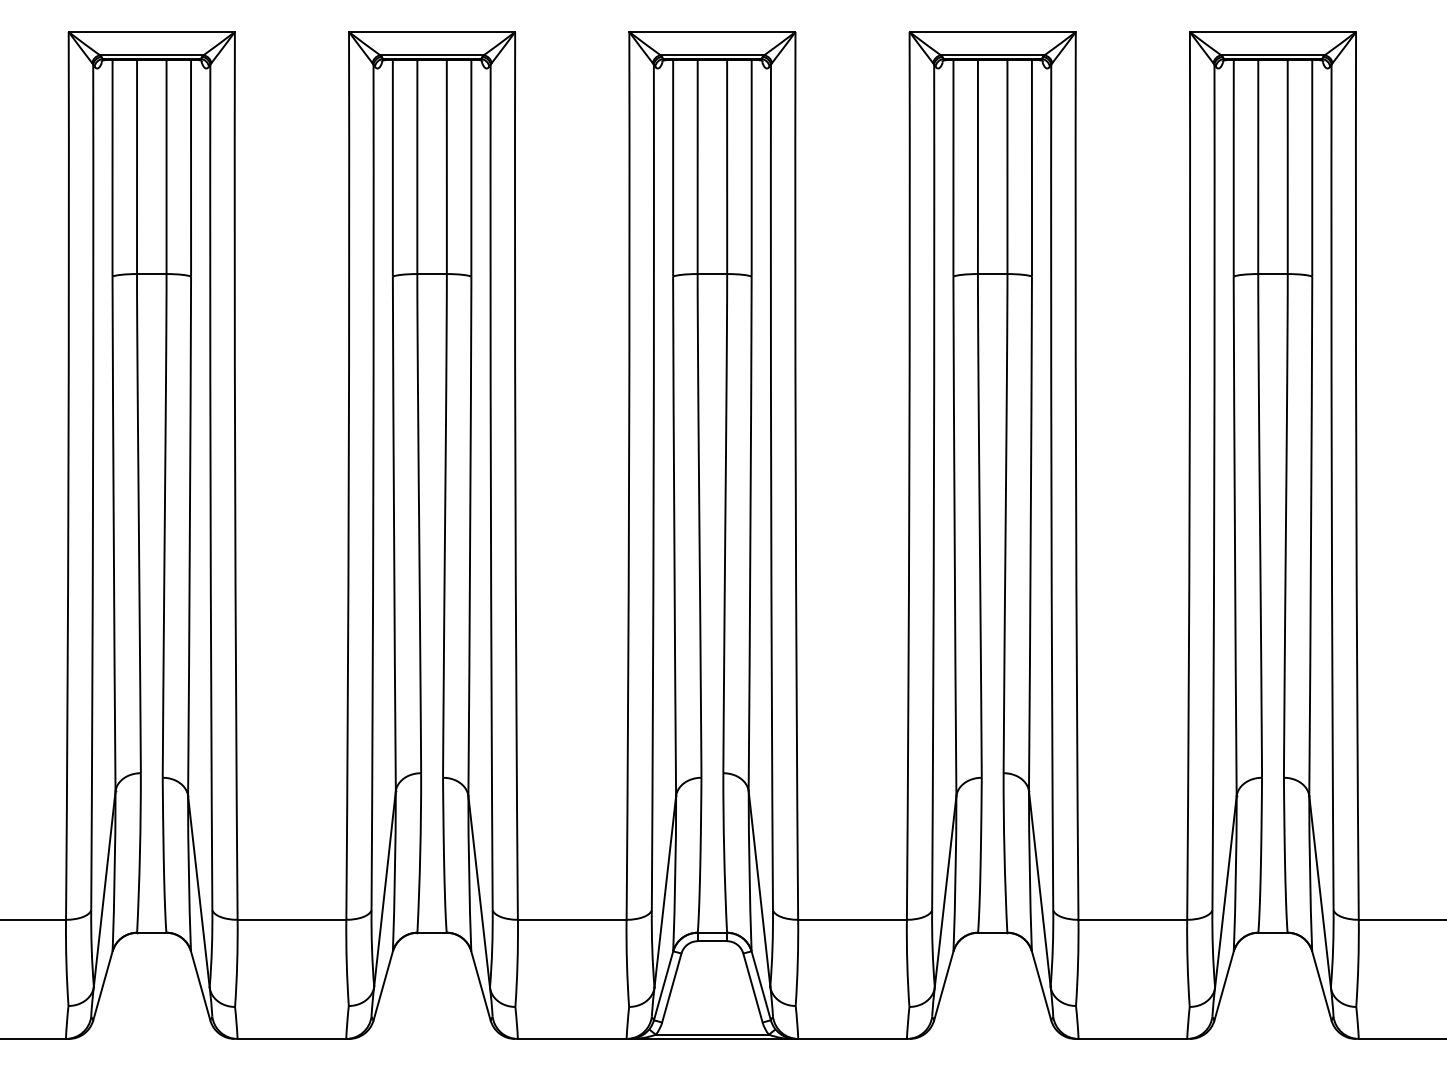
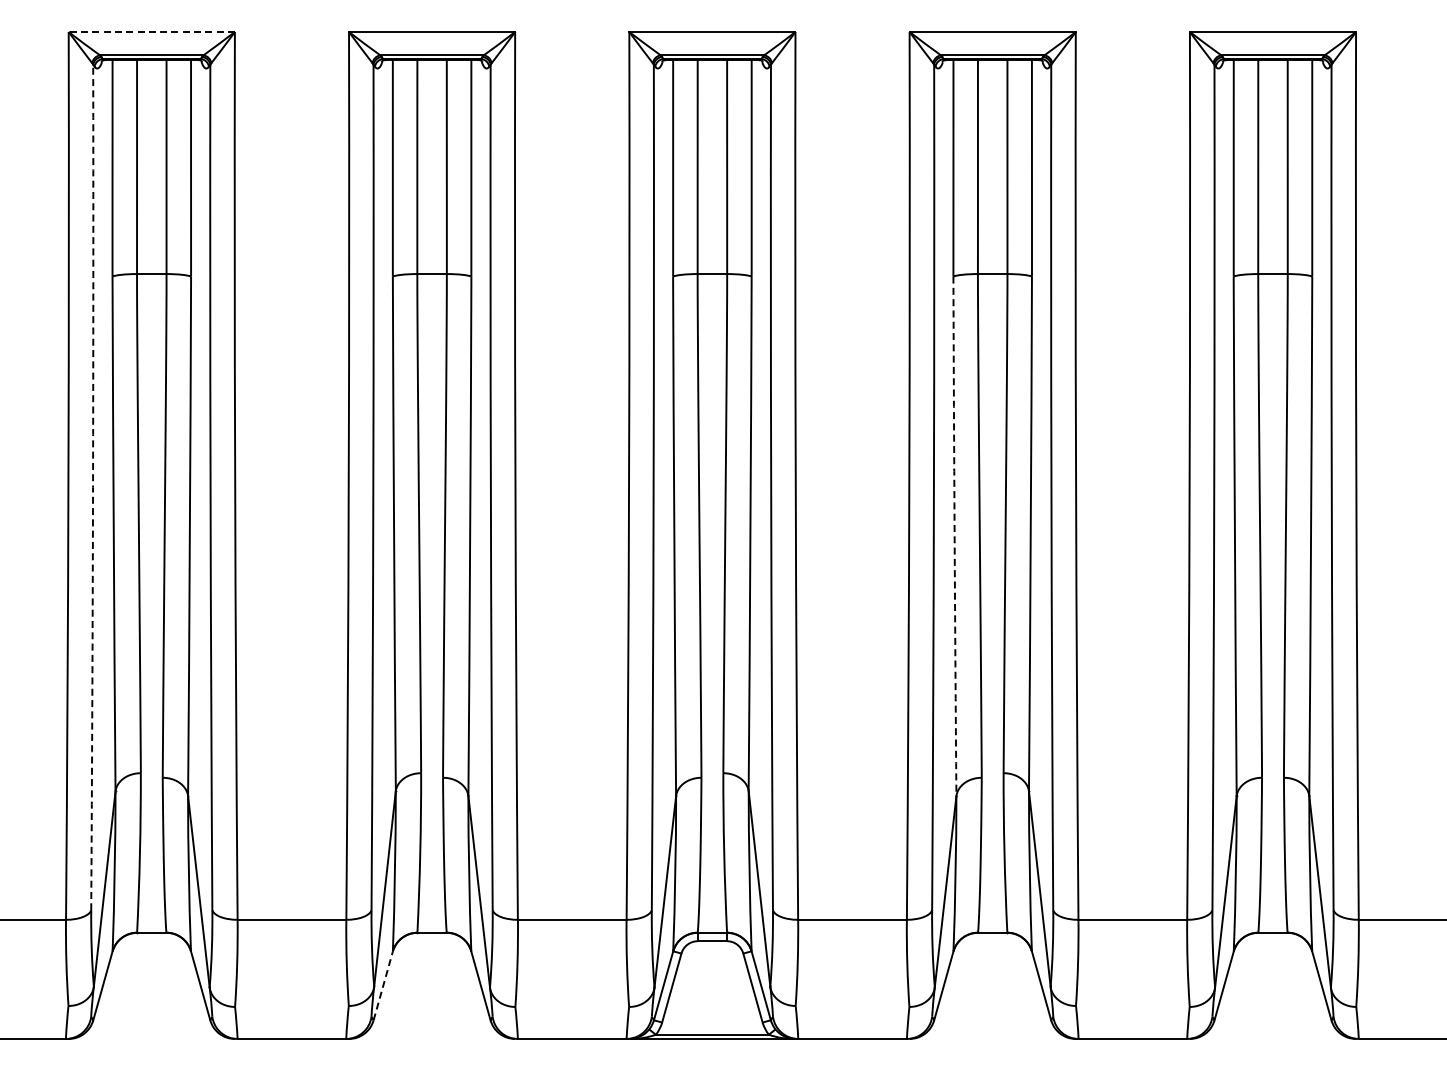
line at (151, 32): solid -> dashed
arc at (93, 487): solid -> dashed
arc at (954, 536): solid -> dashed
line at (383, 985): solid -> dashed
